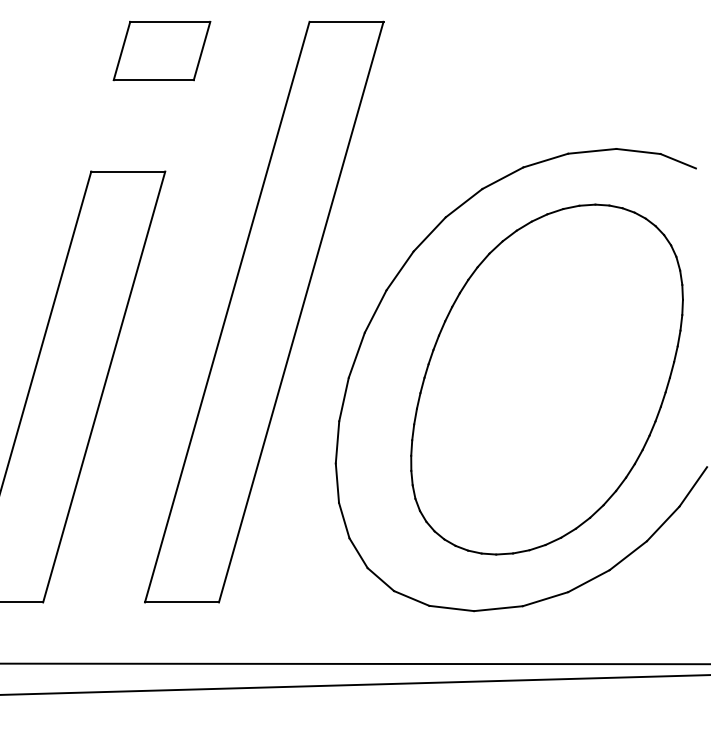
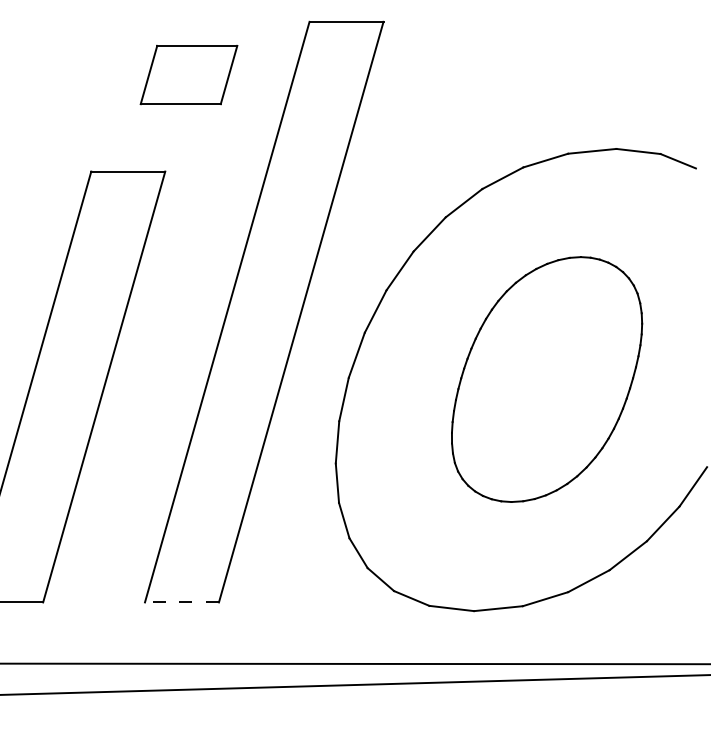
part at (161, 50) position: (161, 50) -> (188, 74)
part at (546, 379) size: 274x353 px -> 193x247 px
line at (181, 602): solid -> dashed
